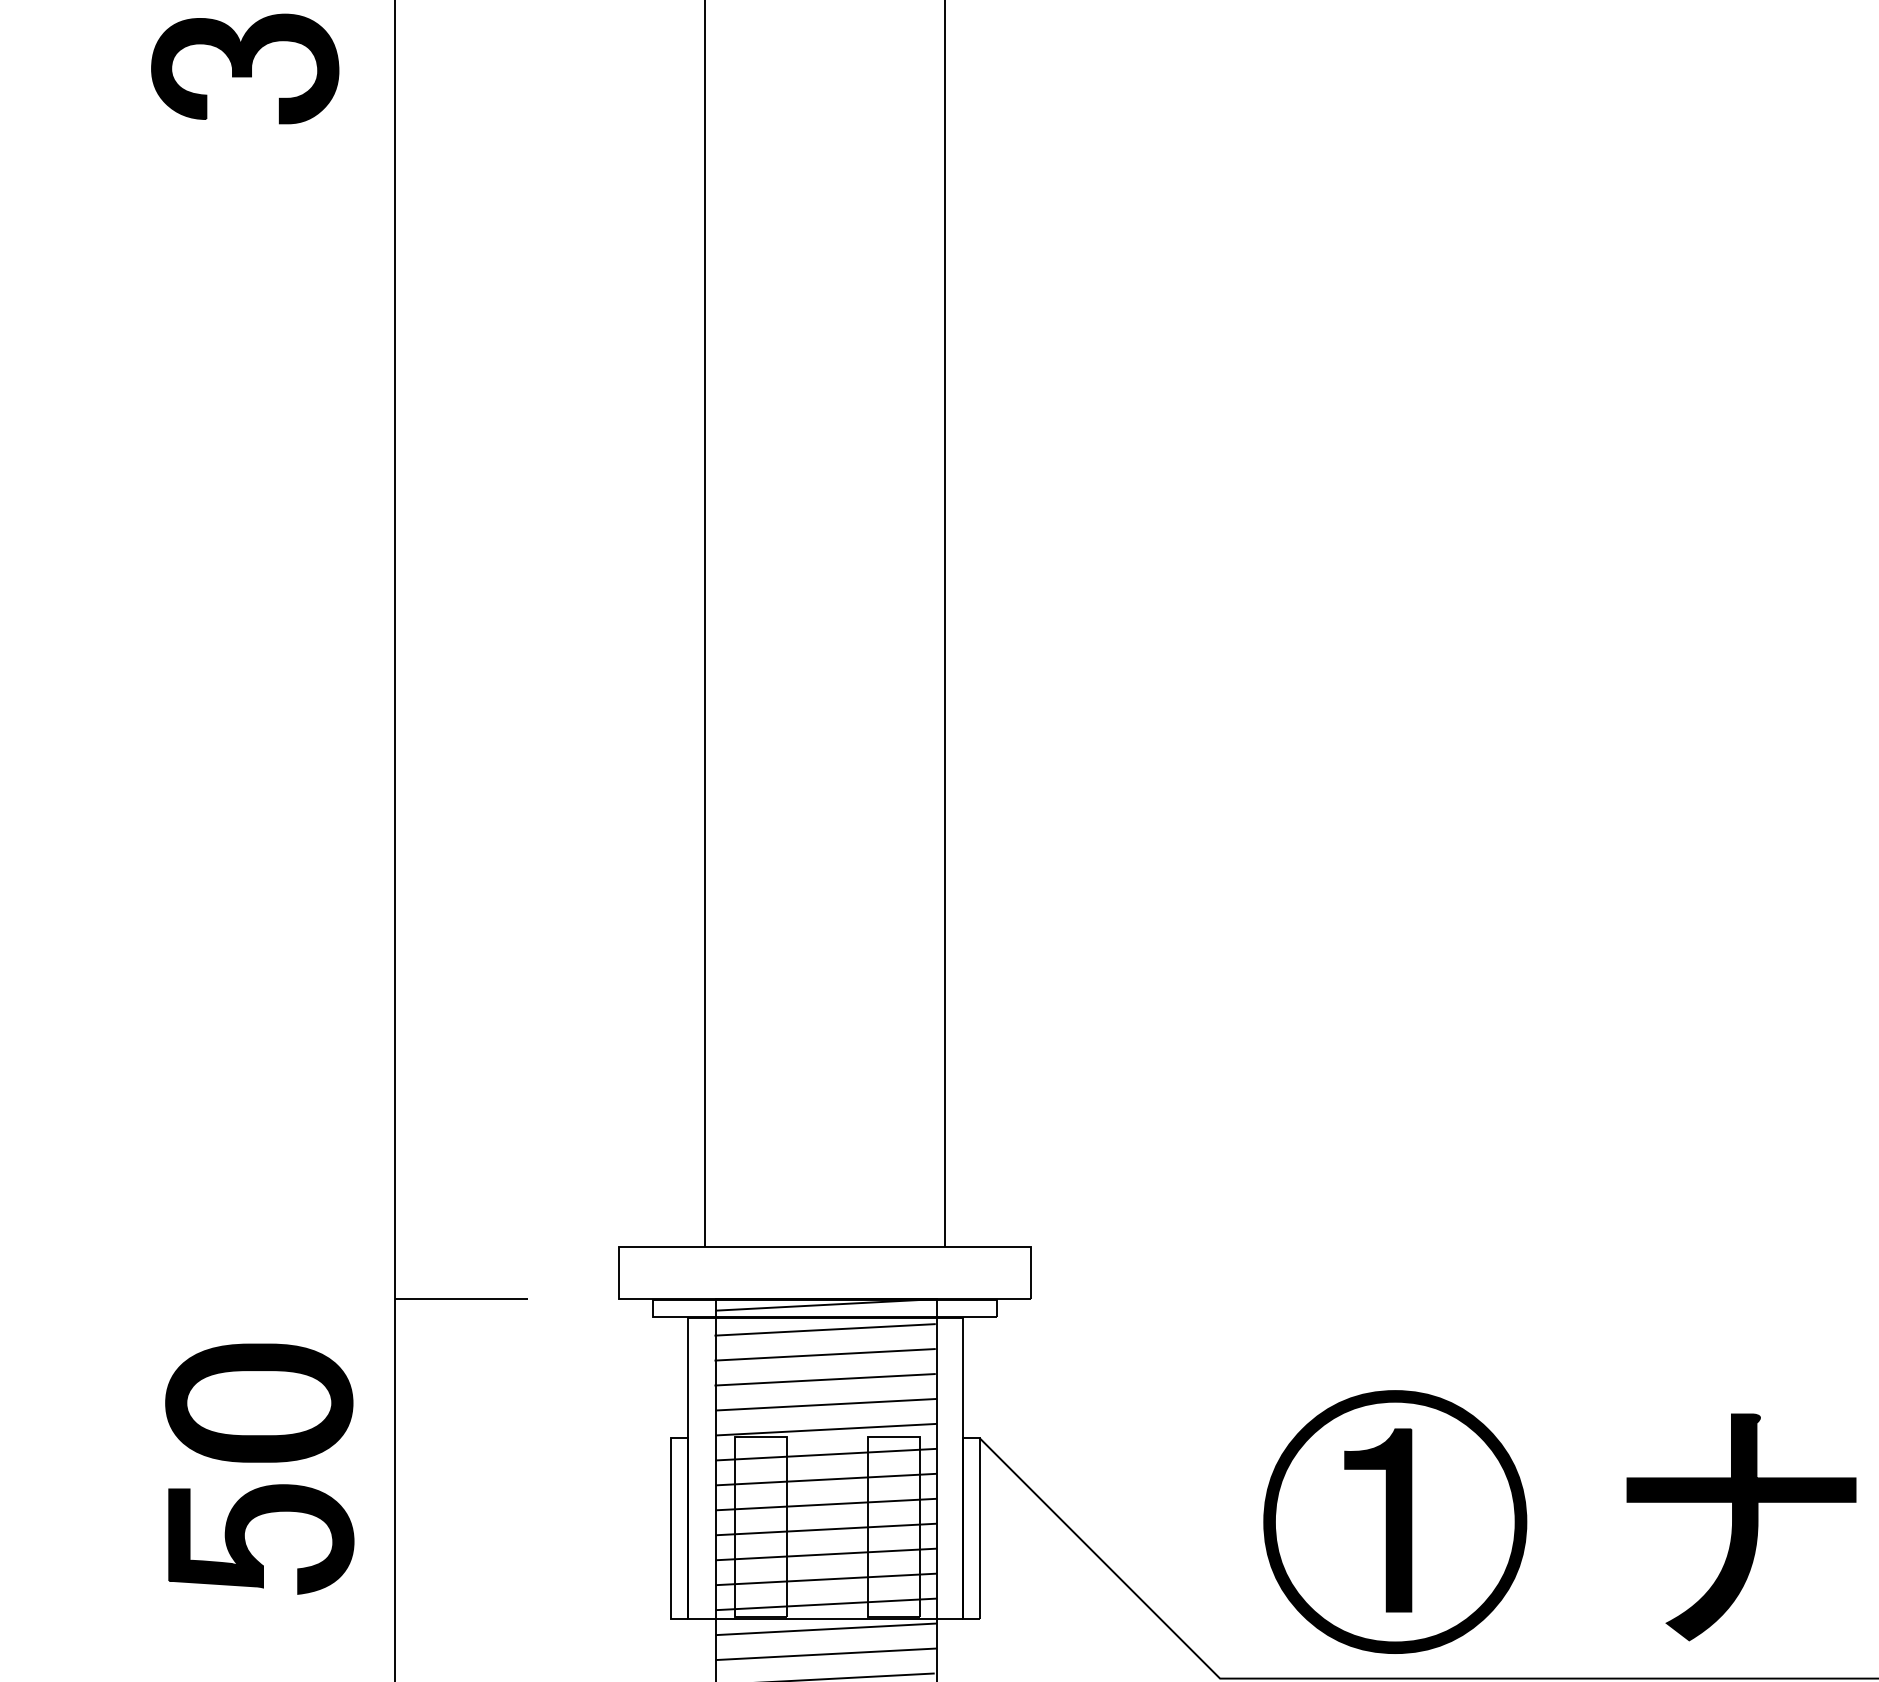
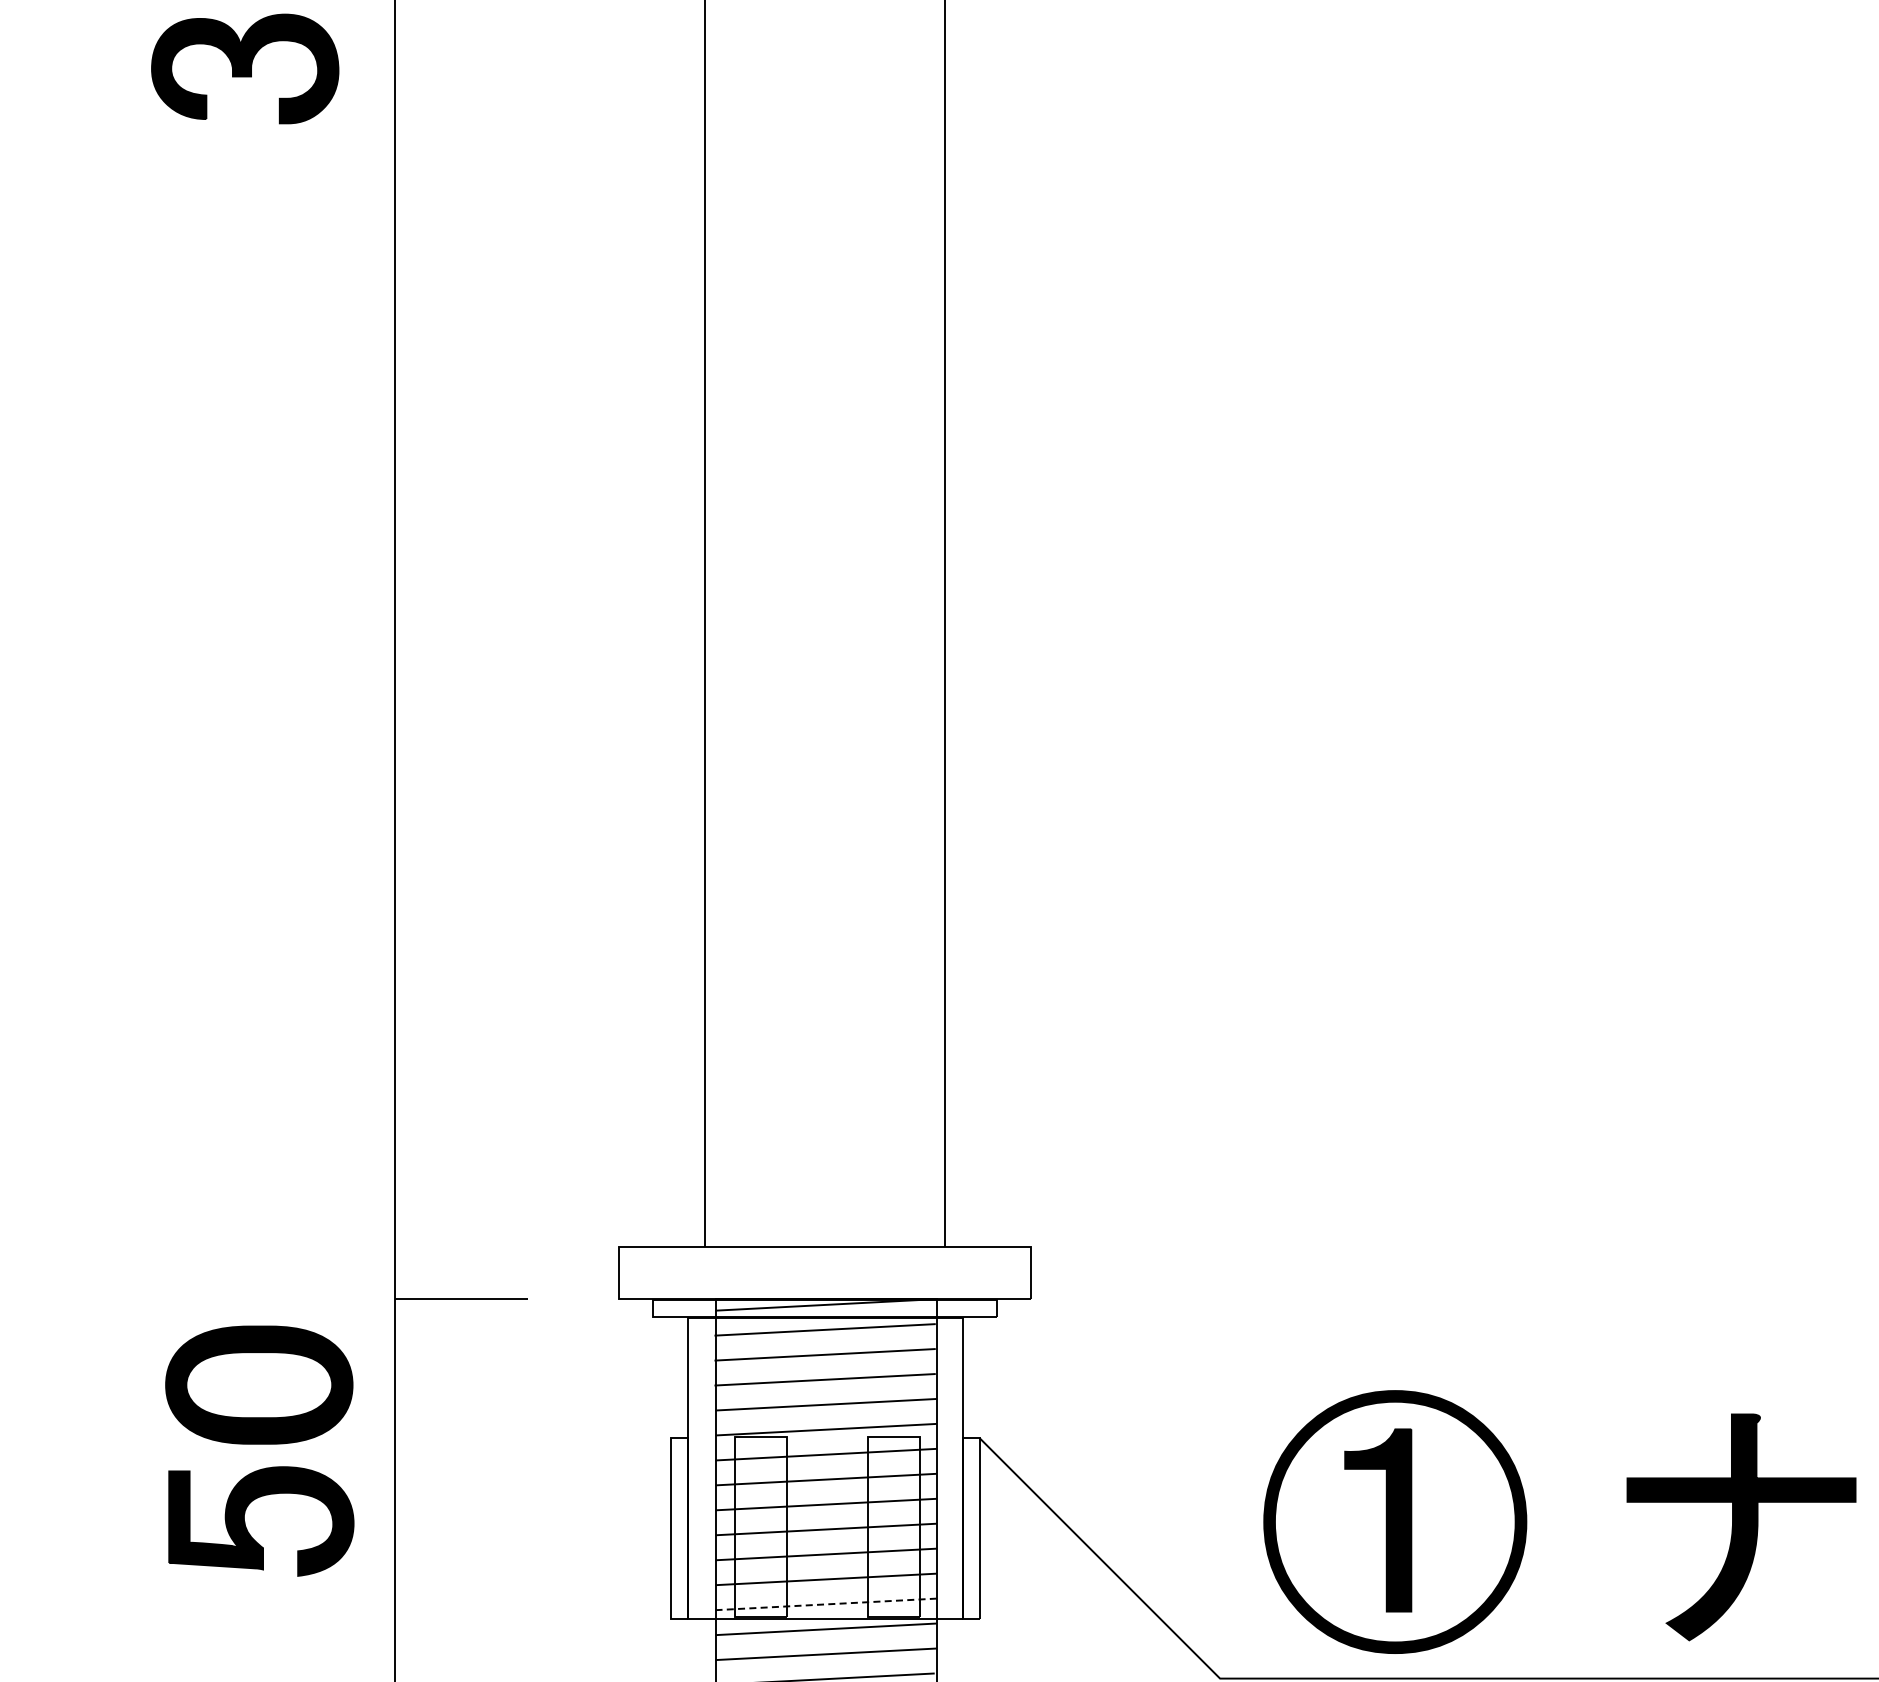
part at (259, 1468) position: (259, 1468) -> (259, 1450)
line at (826, 1604): solid -> dashed
